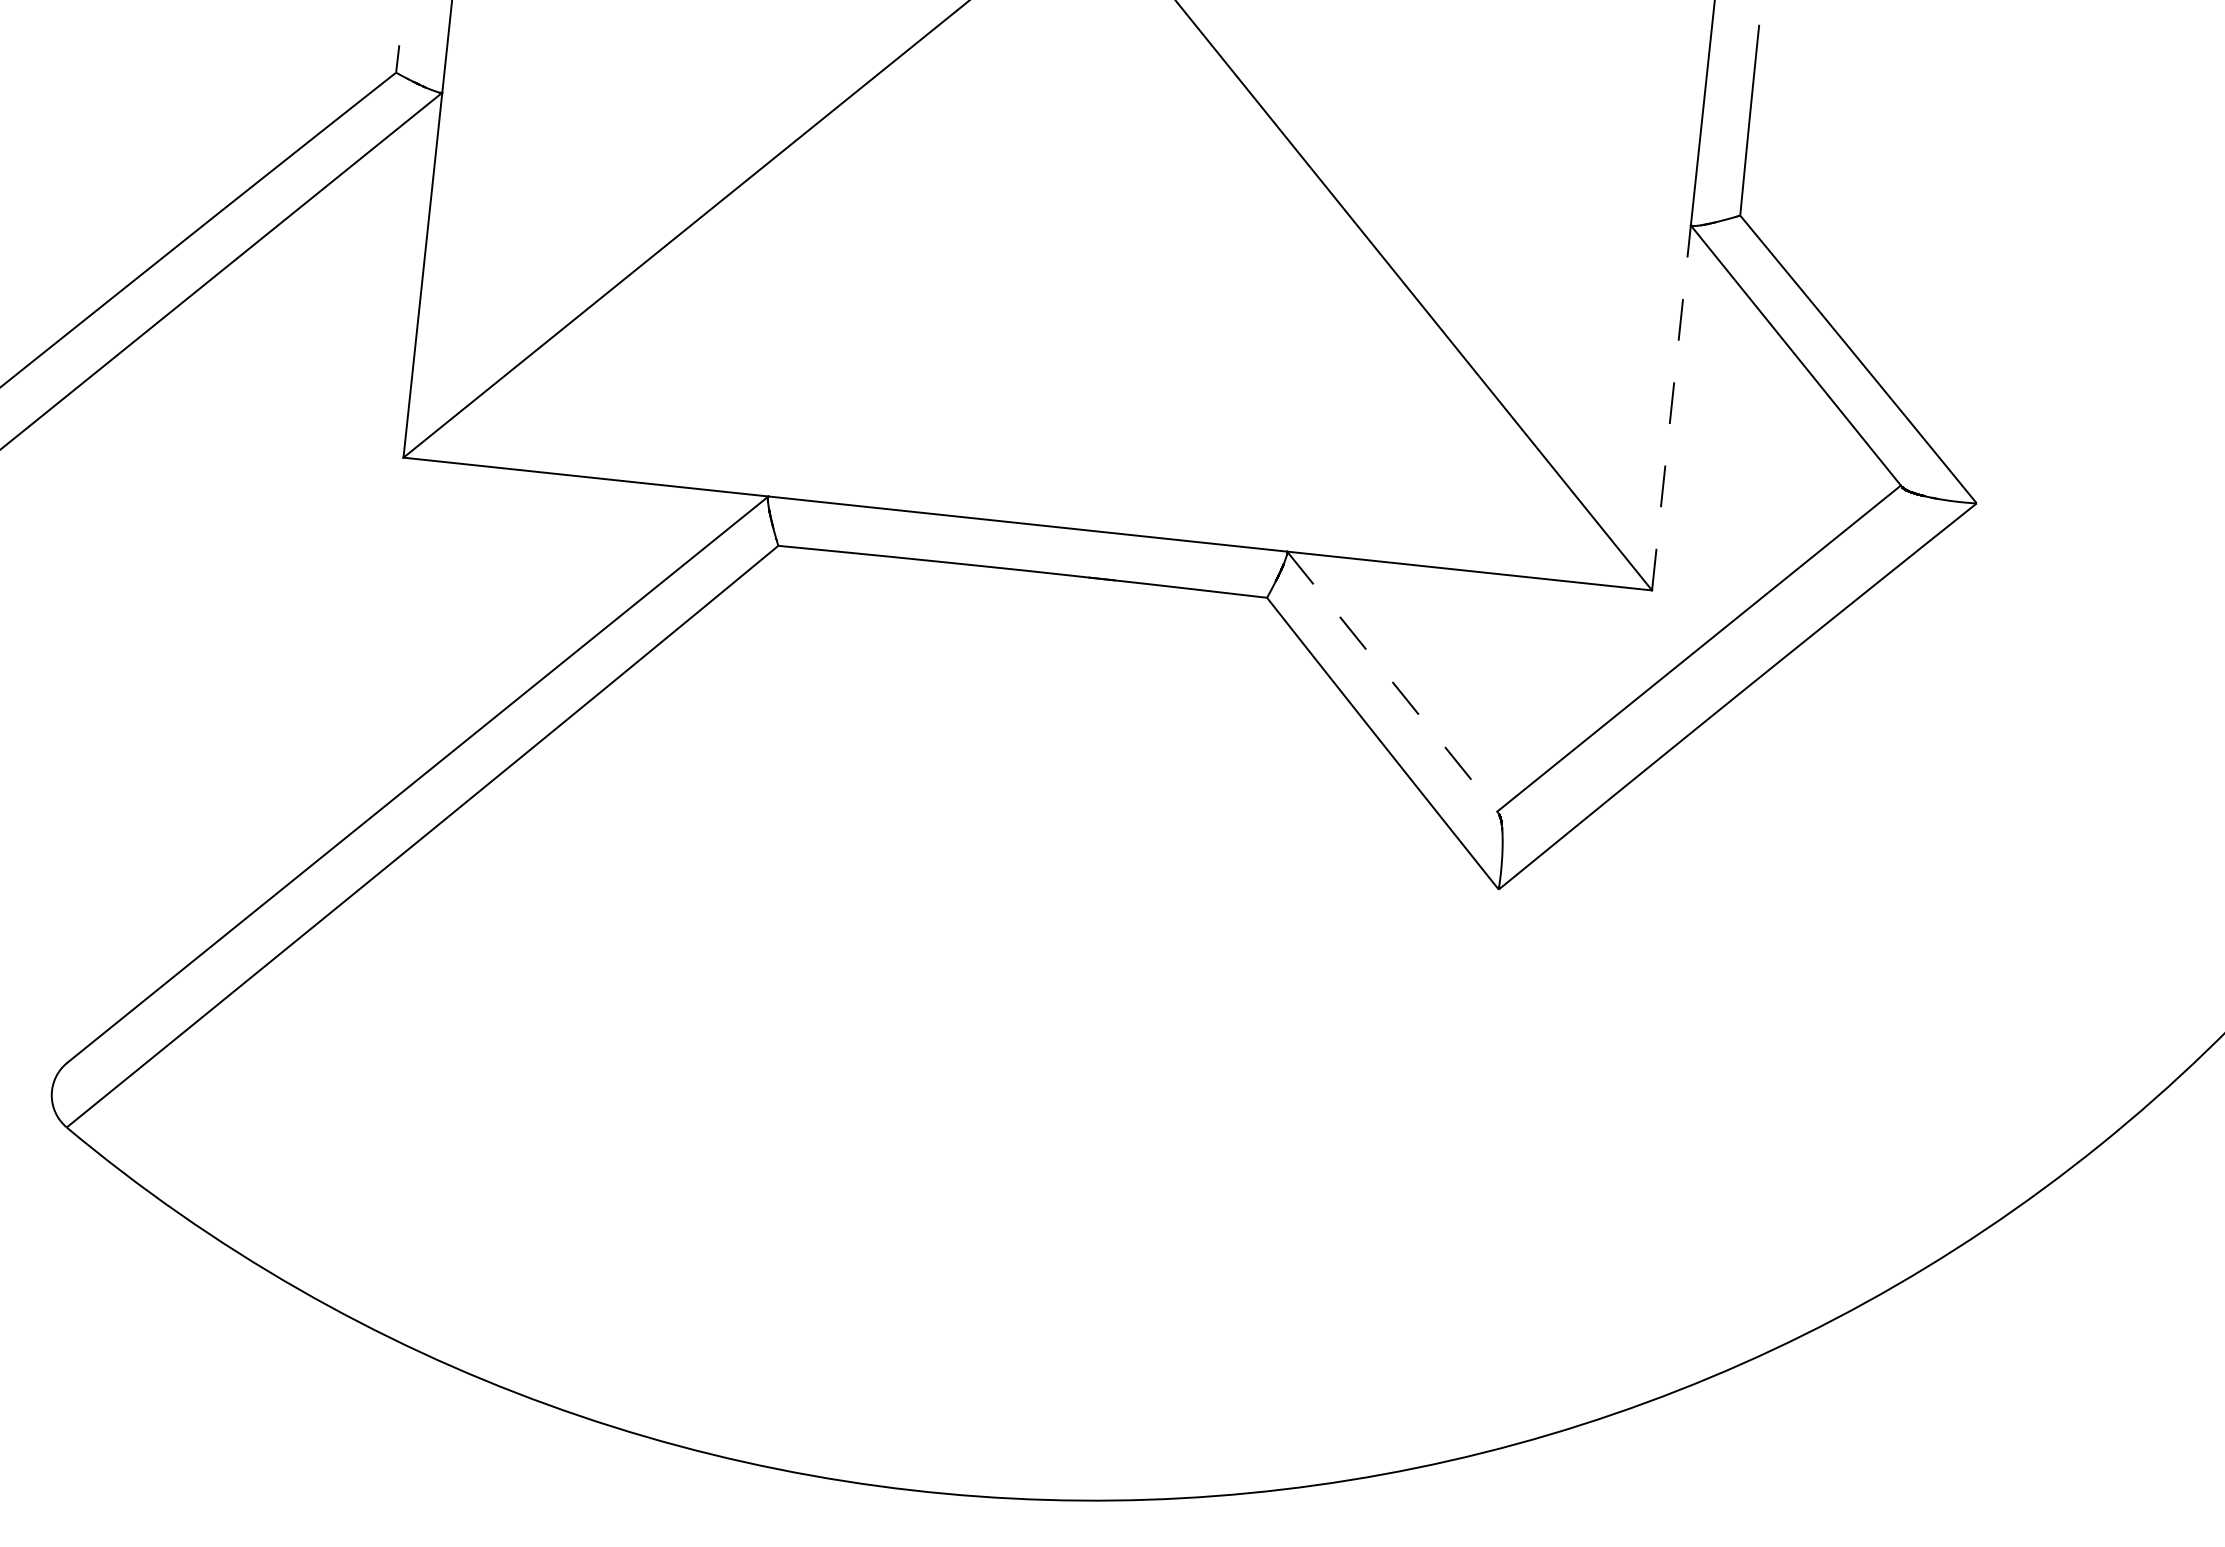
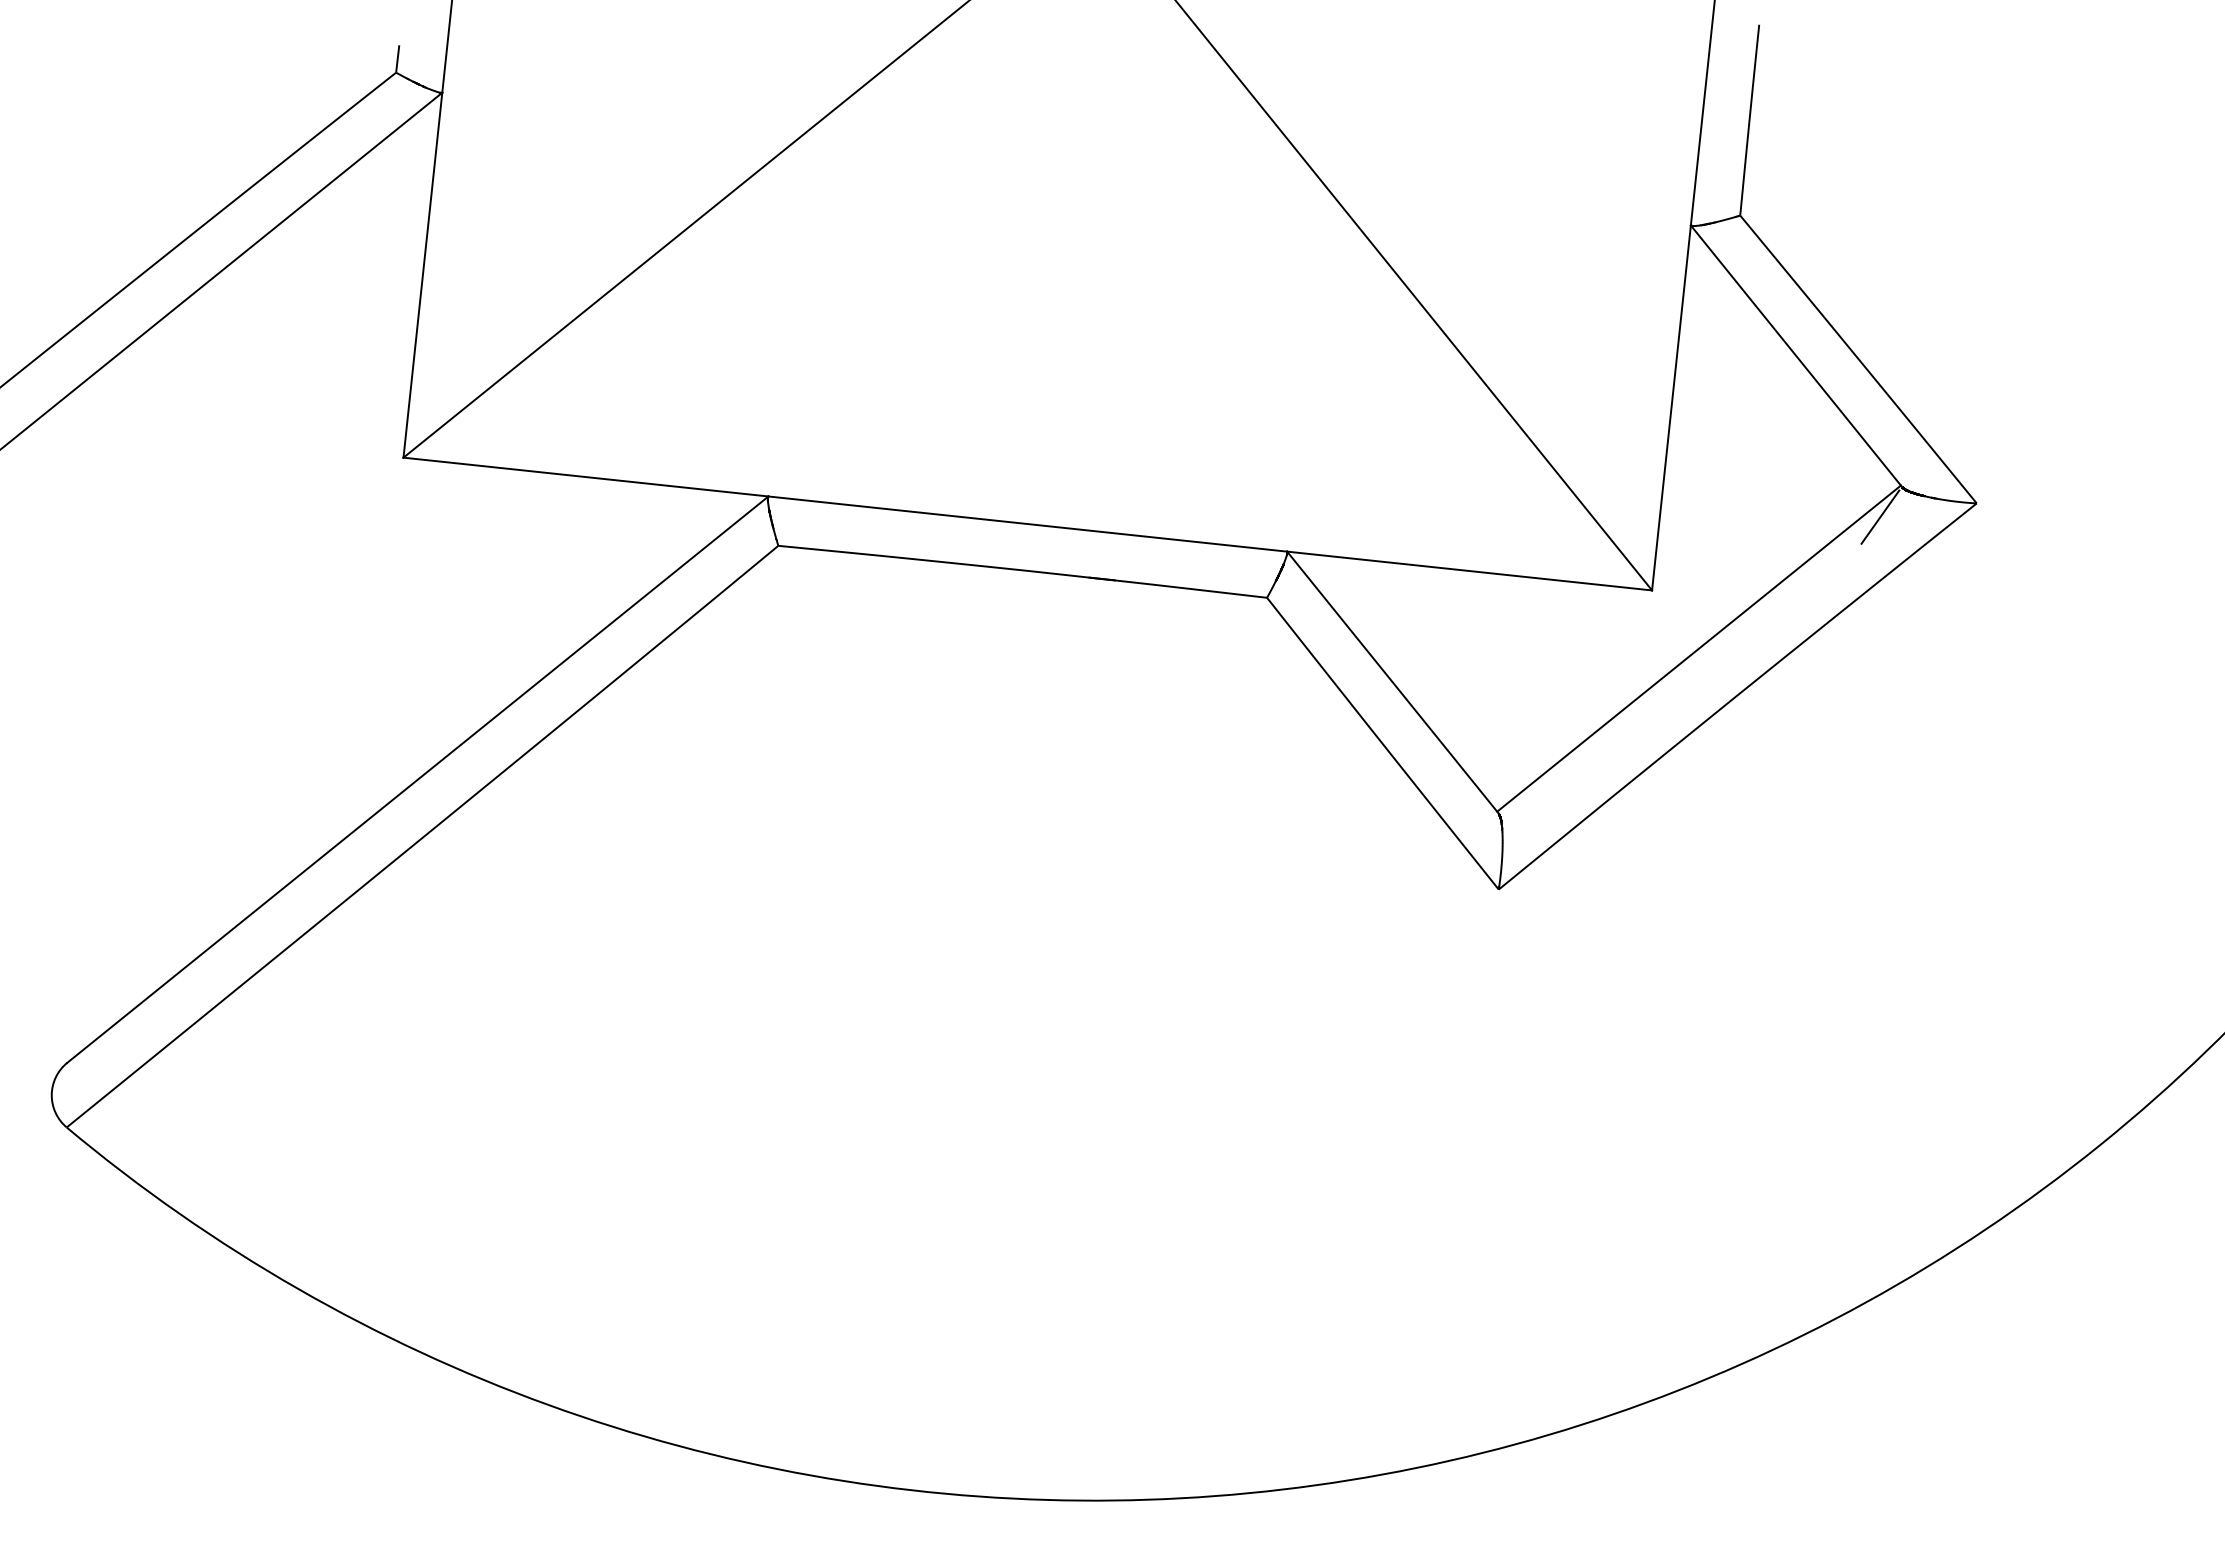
line at (1671, 407): dashed -> solid
line at (1880, 516): none -> present
line at (1393, 683): dashed -> solid
